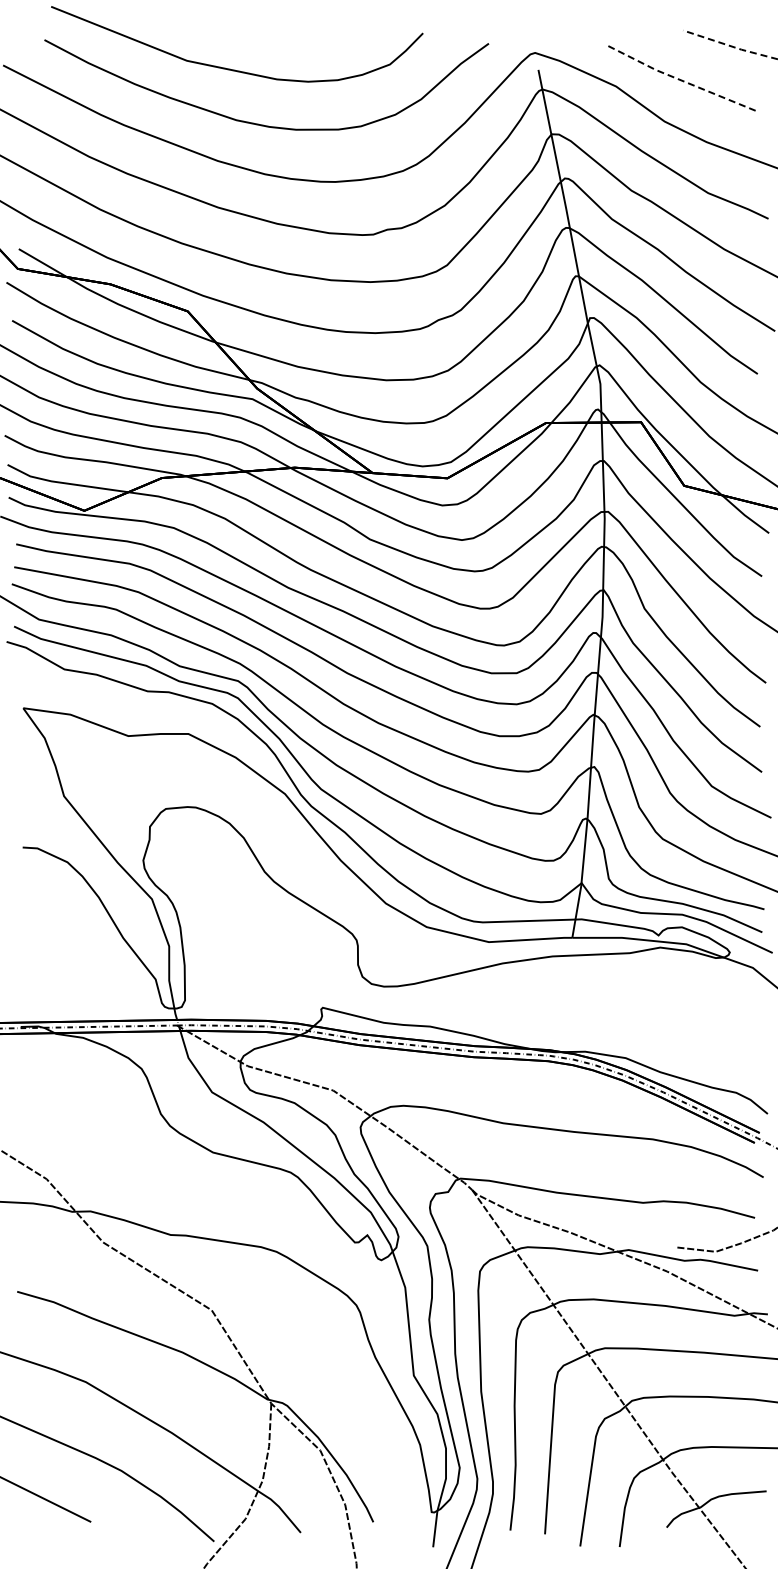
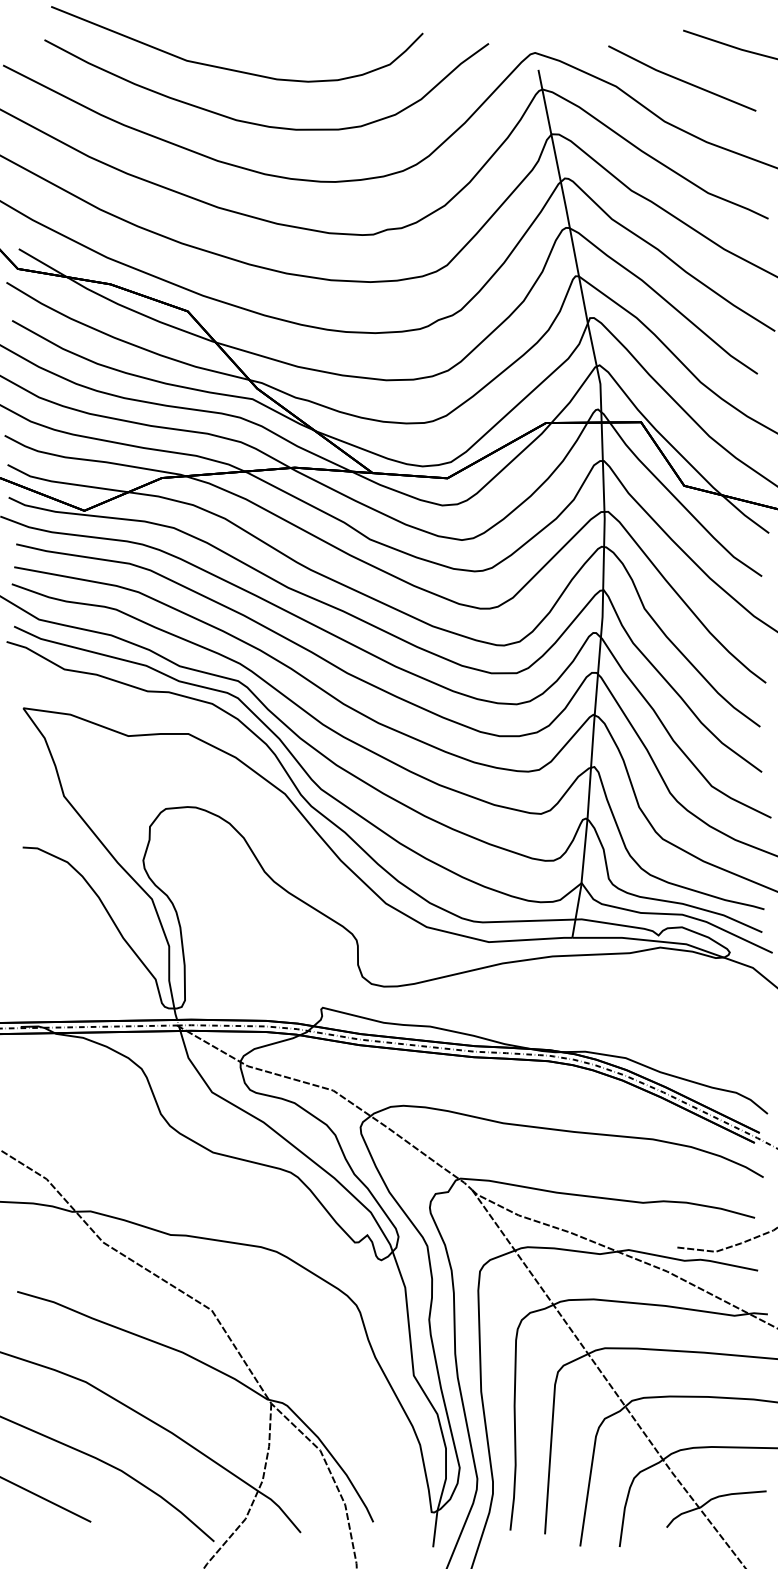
line at (730, 46): dashed -> solid
line at (681, 80): dashed -> solid
